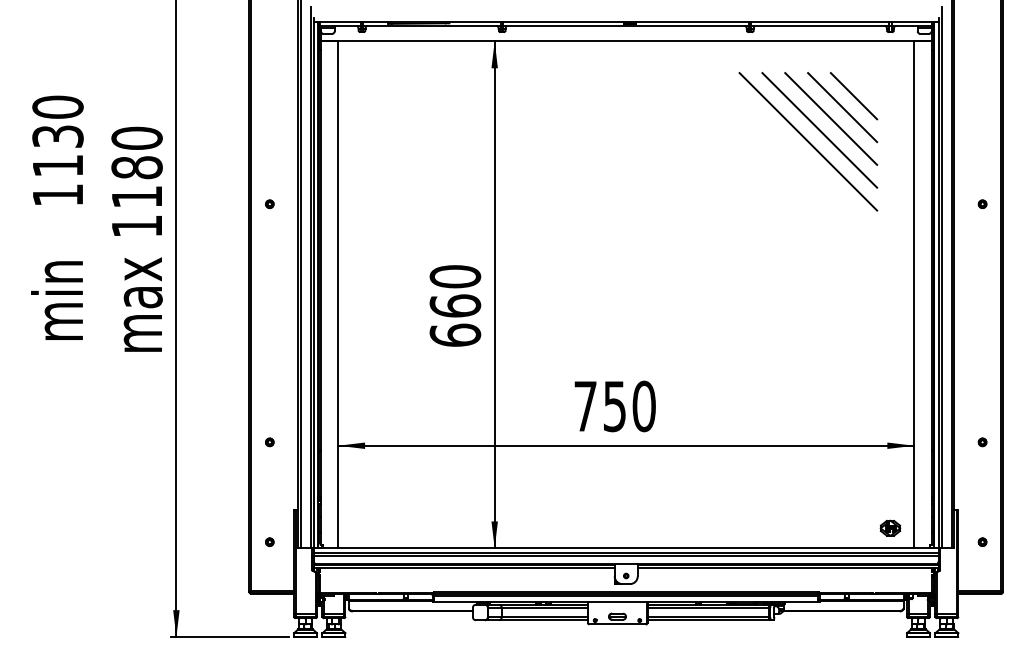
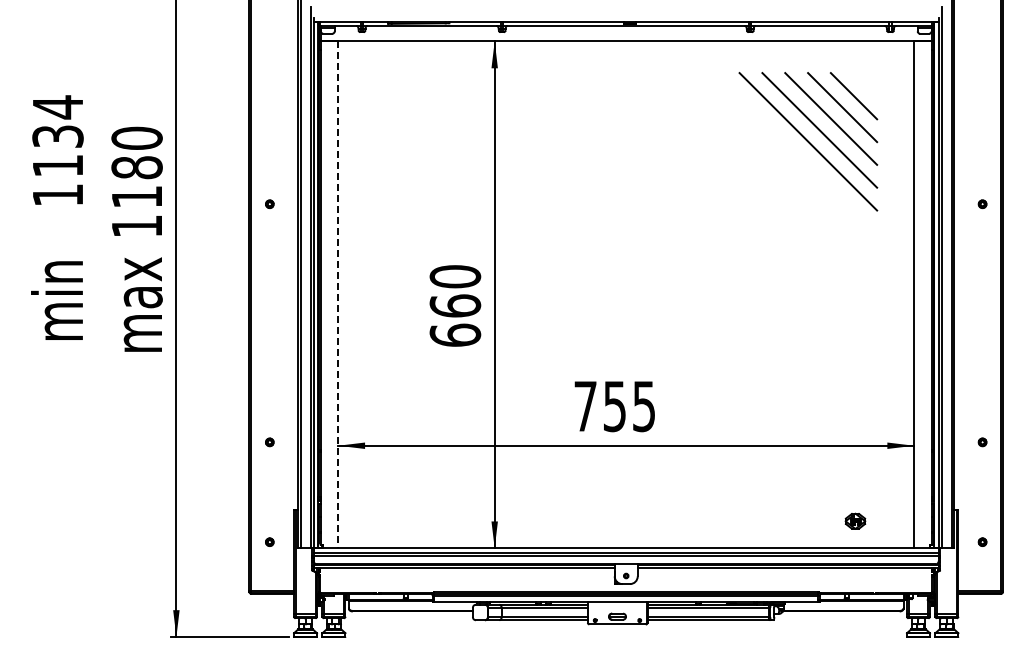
text at (57, 107): 1130 -> 1134
line at (338, 295): solid -> dashed
text at (643, 406): 750 -> 755
part at (890, 527) position: (890, 527) -> (855, 520)
